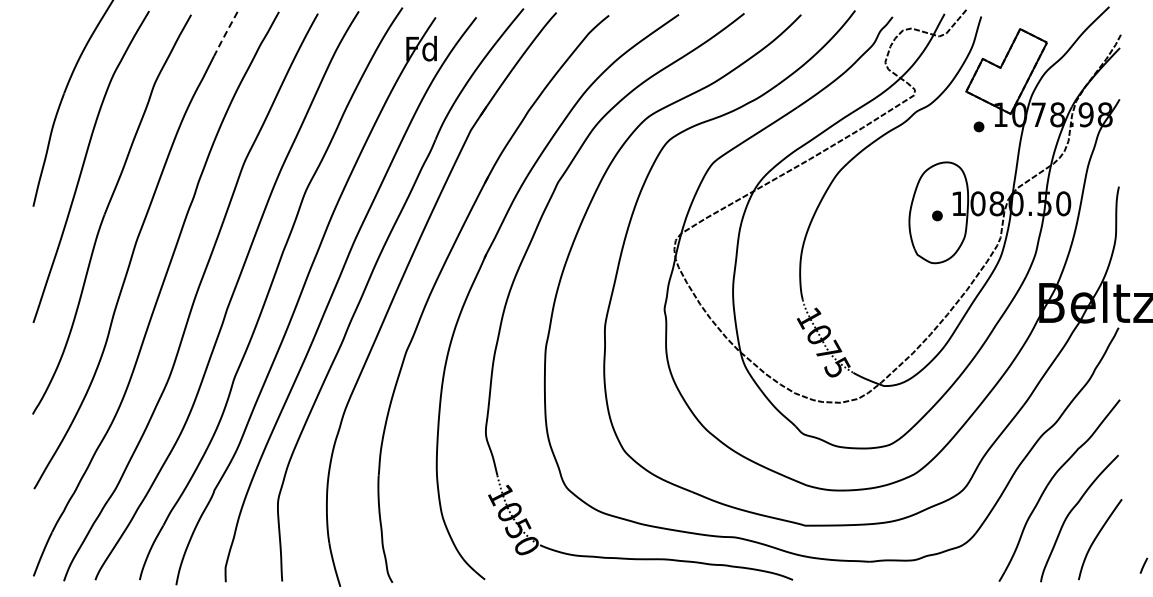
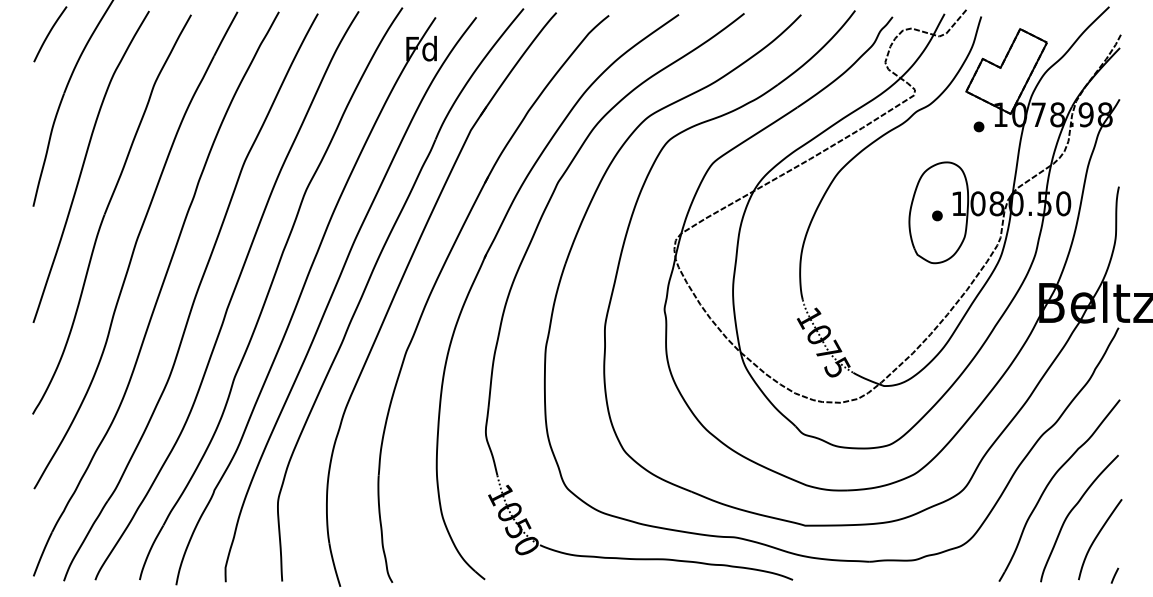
curve at (50, 33): none -> present
line at (225, 34): dashed -> solid
line at (1143, 565) position: (1143, 565) -> (1114, 575)
